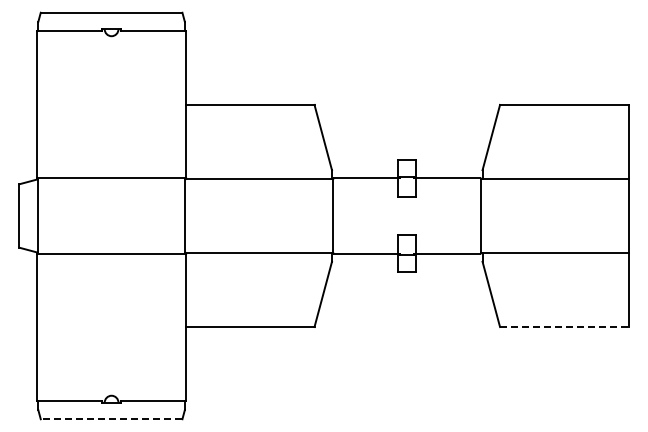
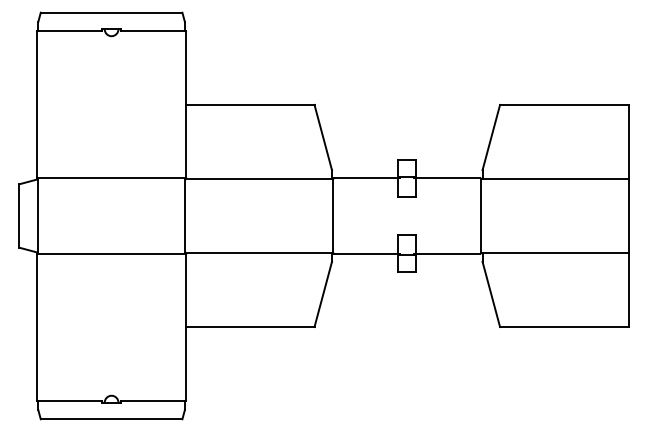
line at (564, 327): dashed -> solid
line at (111, 419): dashed -> solid
